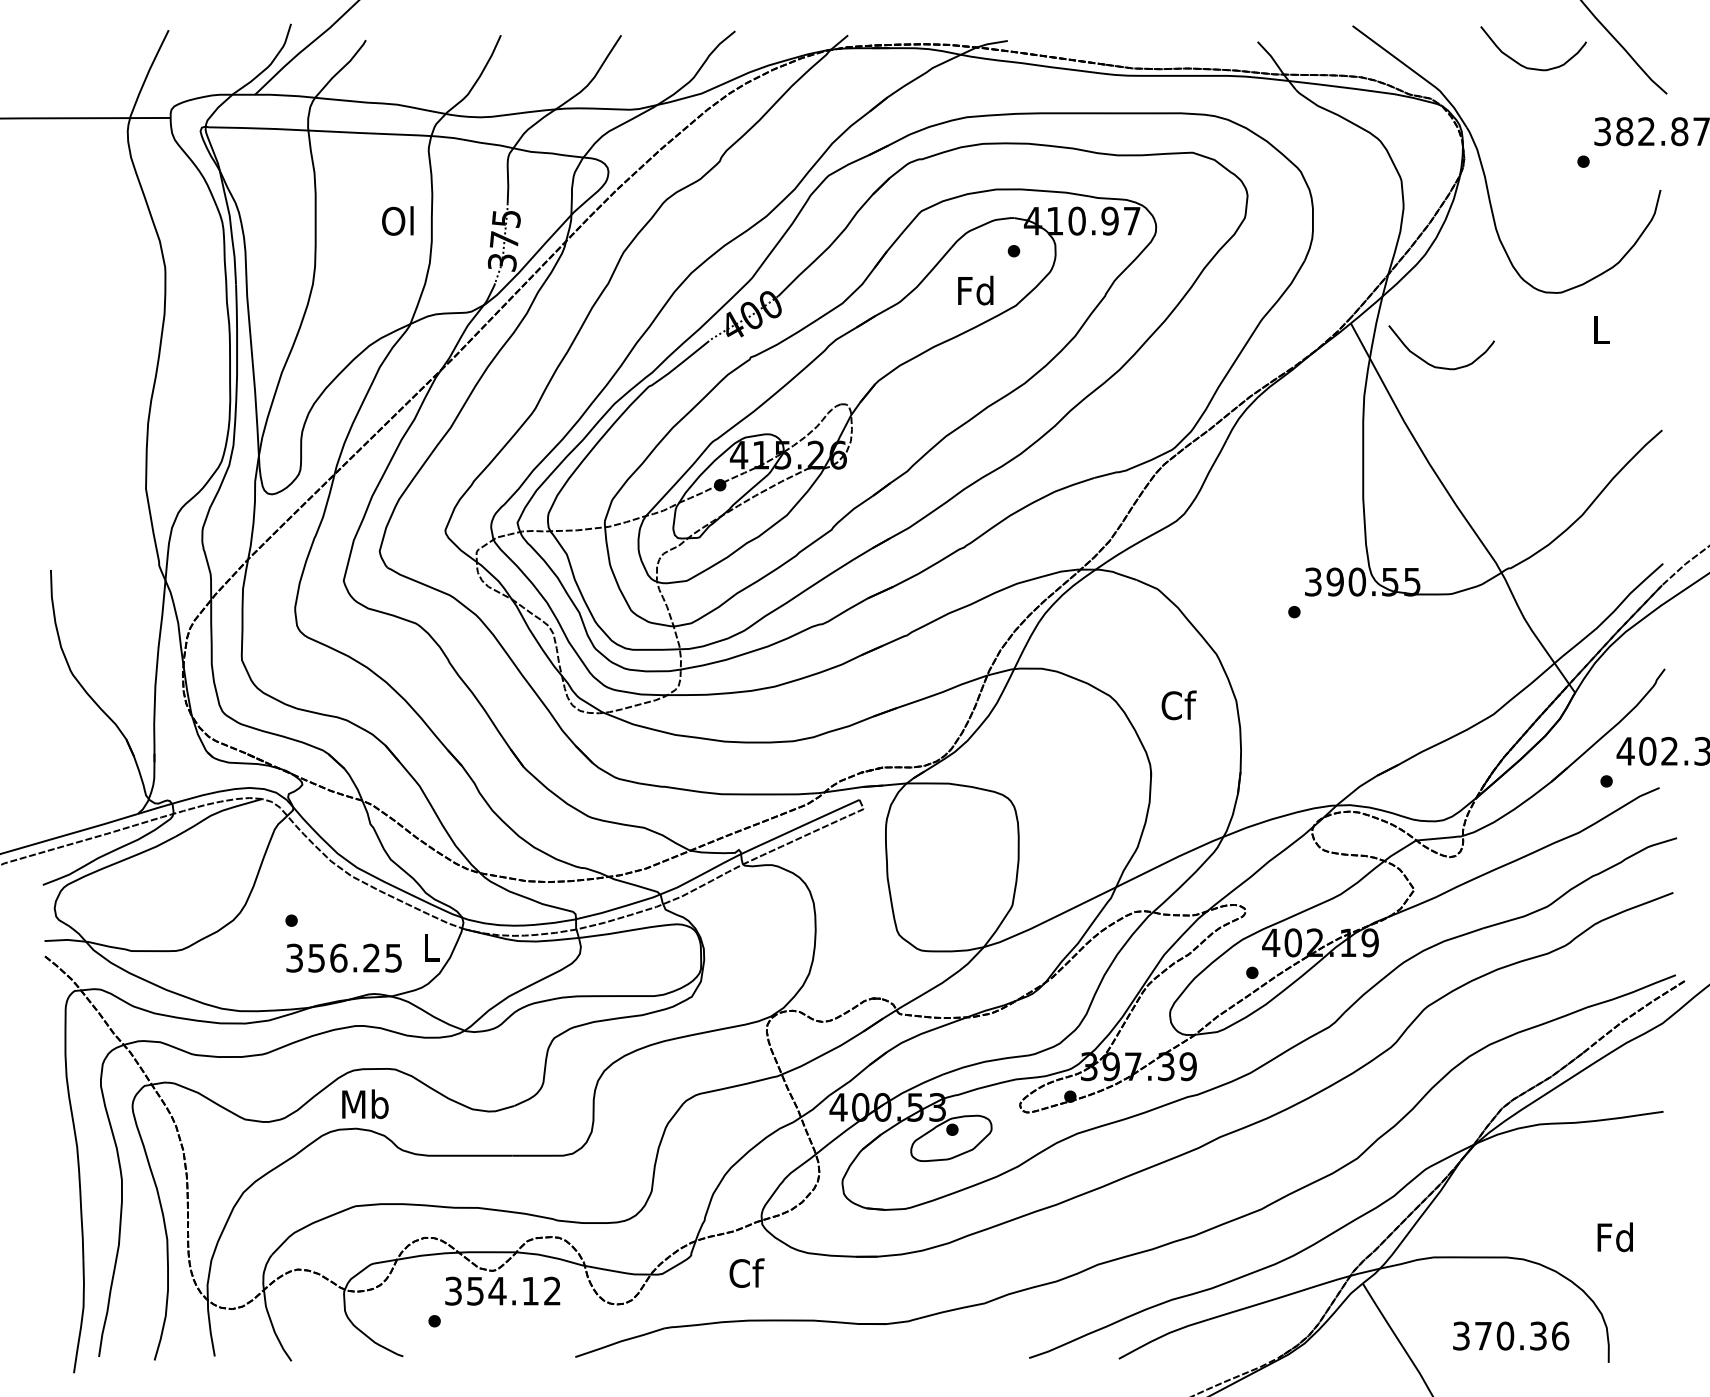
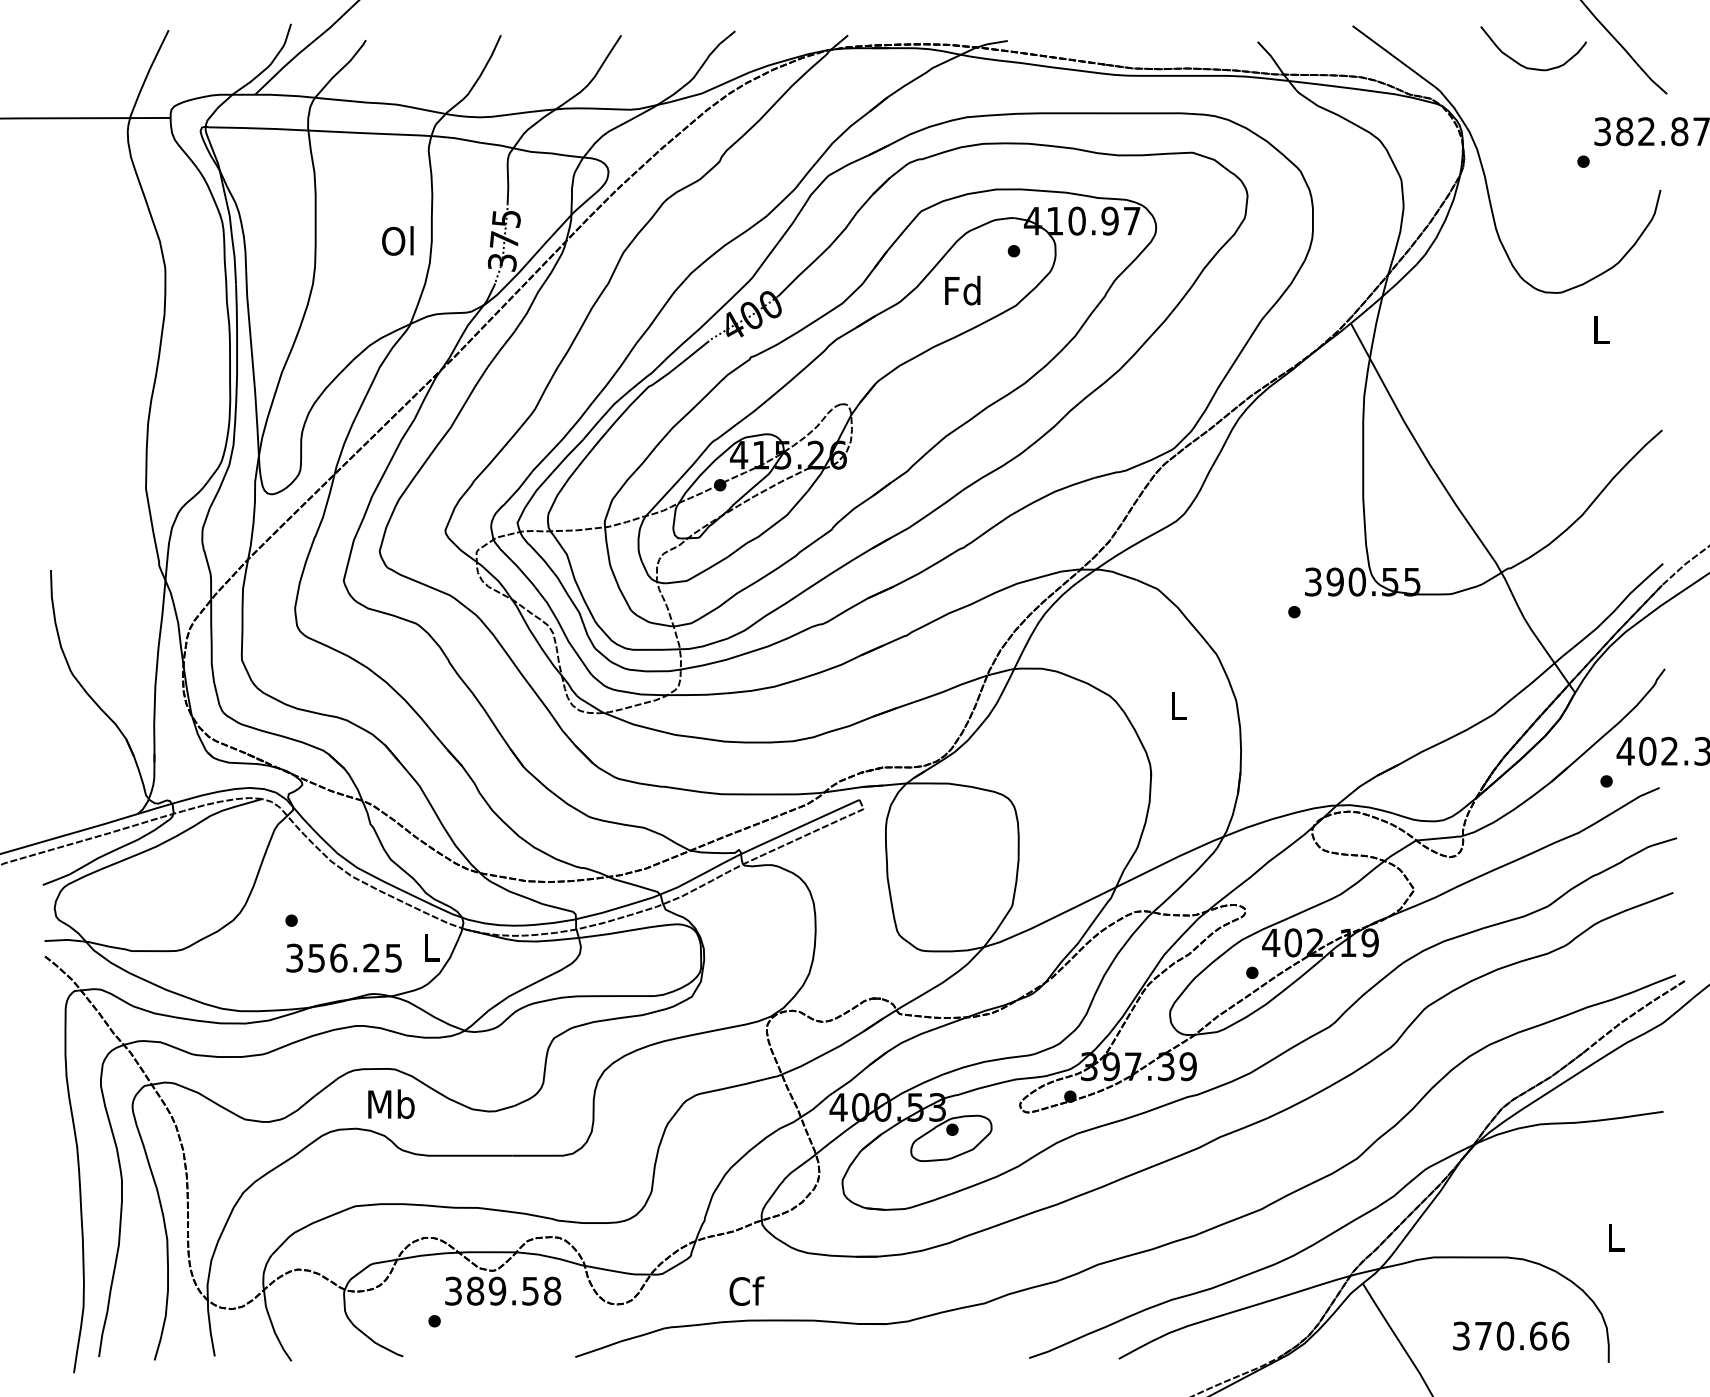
text at (397, 220) position: (397, 220) -> (397, 240)
text at (975, 290) position: (975, 290) -> (962, 290)
curve at (1439, 366): present -> none
text at (1178, 705): Cf -> L
text at (365, 1103) position: (365, 1103) -> (391, 1103)
text at (1614, 1237): Fd -> L
text at (746, 1272) position: (746, 1272) -> (746, 1290)
text at (514, 1290): 354.12 -> 389.58
text at (1538, 1335): 370.36 -> 370.66
